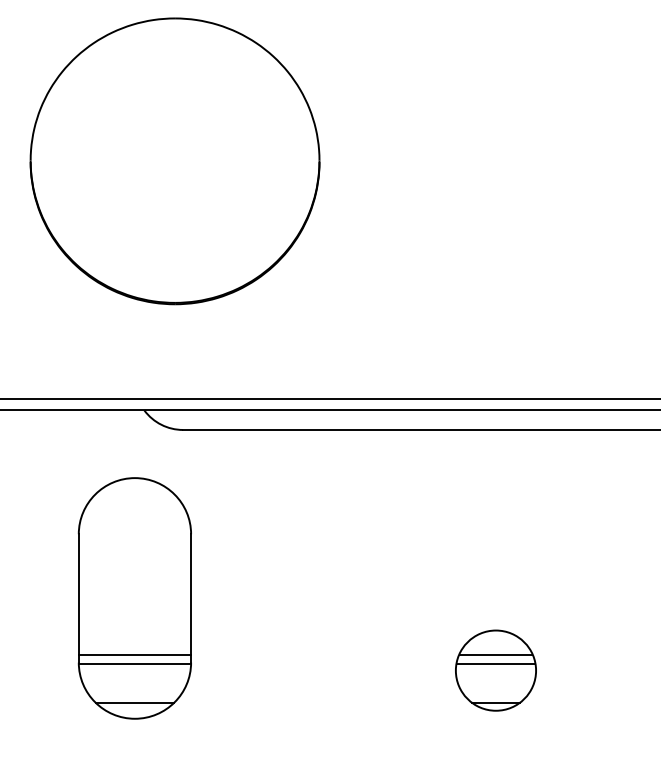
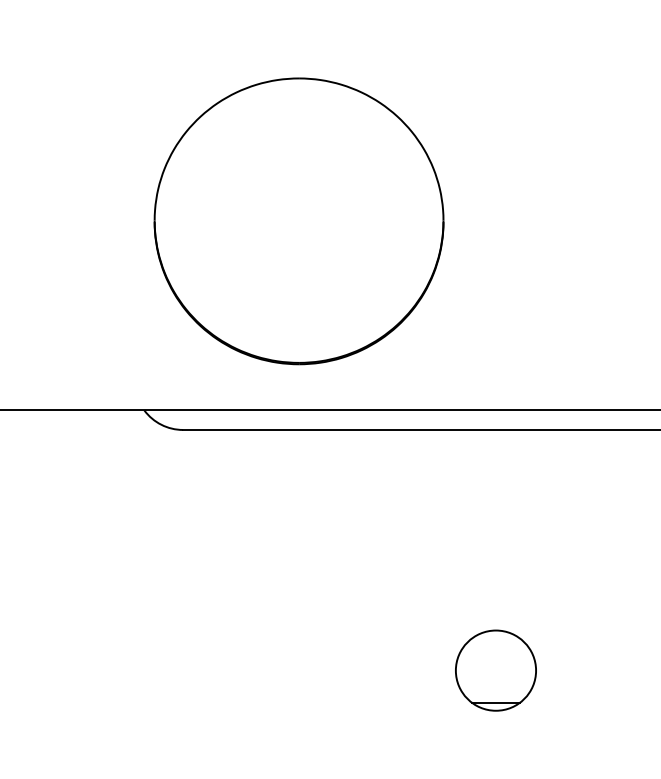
part at (174, 161) position: (174, 161) -> (298, 221)
line at (329, 399): present -> none
part at (134, 598): present -> none
line at (495, 654): present -> none
line at (495, 663): present -> none
